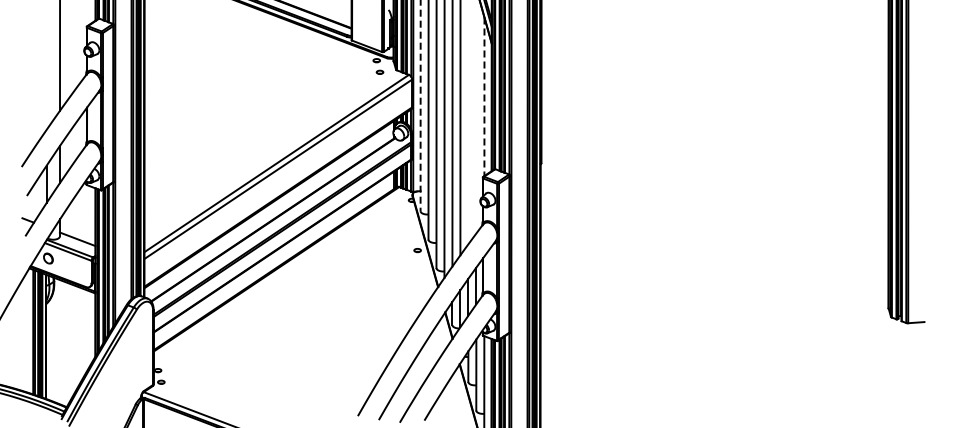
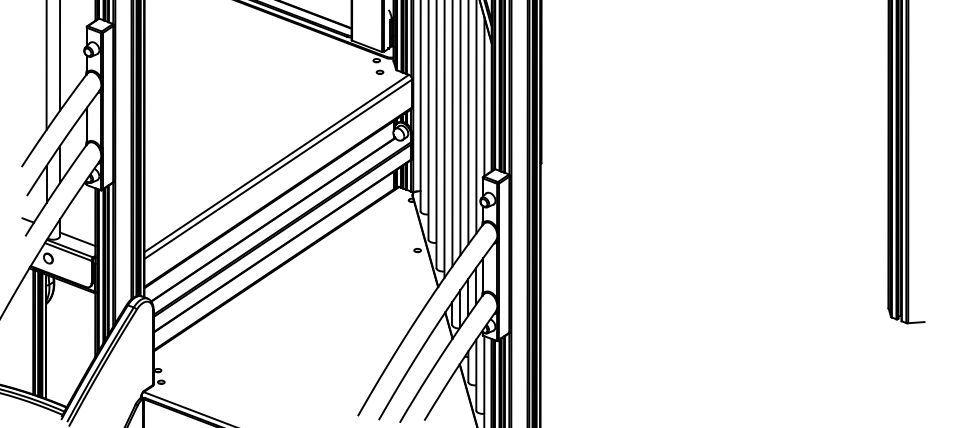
line at (46, 65): none -> present
line at (484, 97): dashed -> solid
line at (420, 106): dashed -> solid
line at (476, 117): none -> present
line at (468, 123): none -> present
